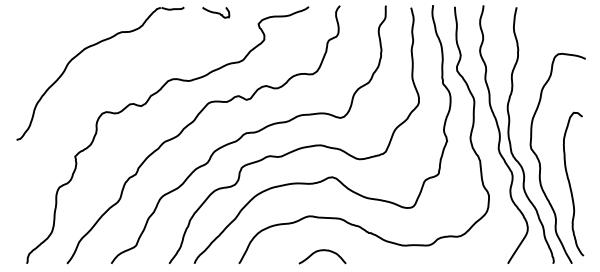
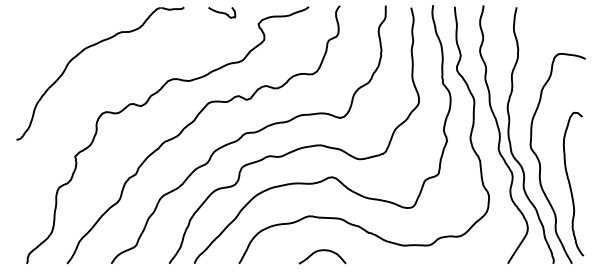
curve at (216, 12) position: (216, 12) -> (222, 12)
